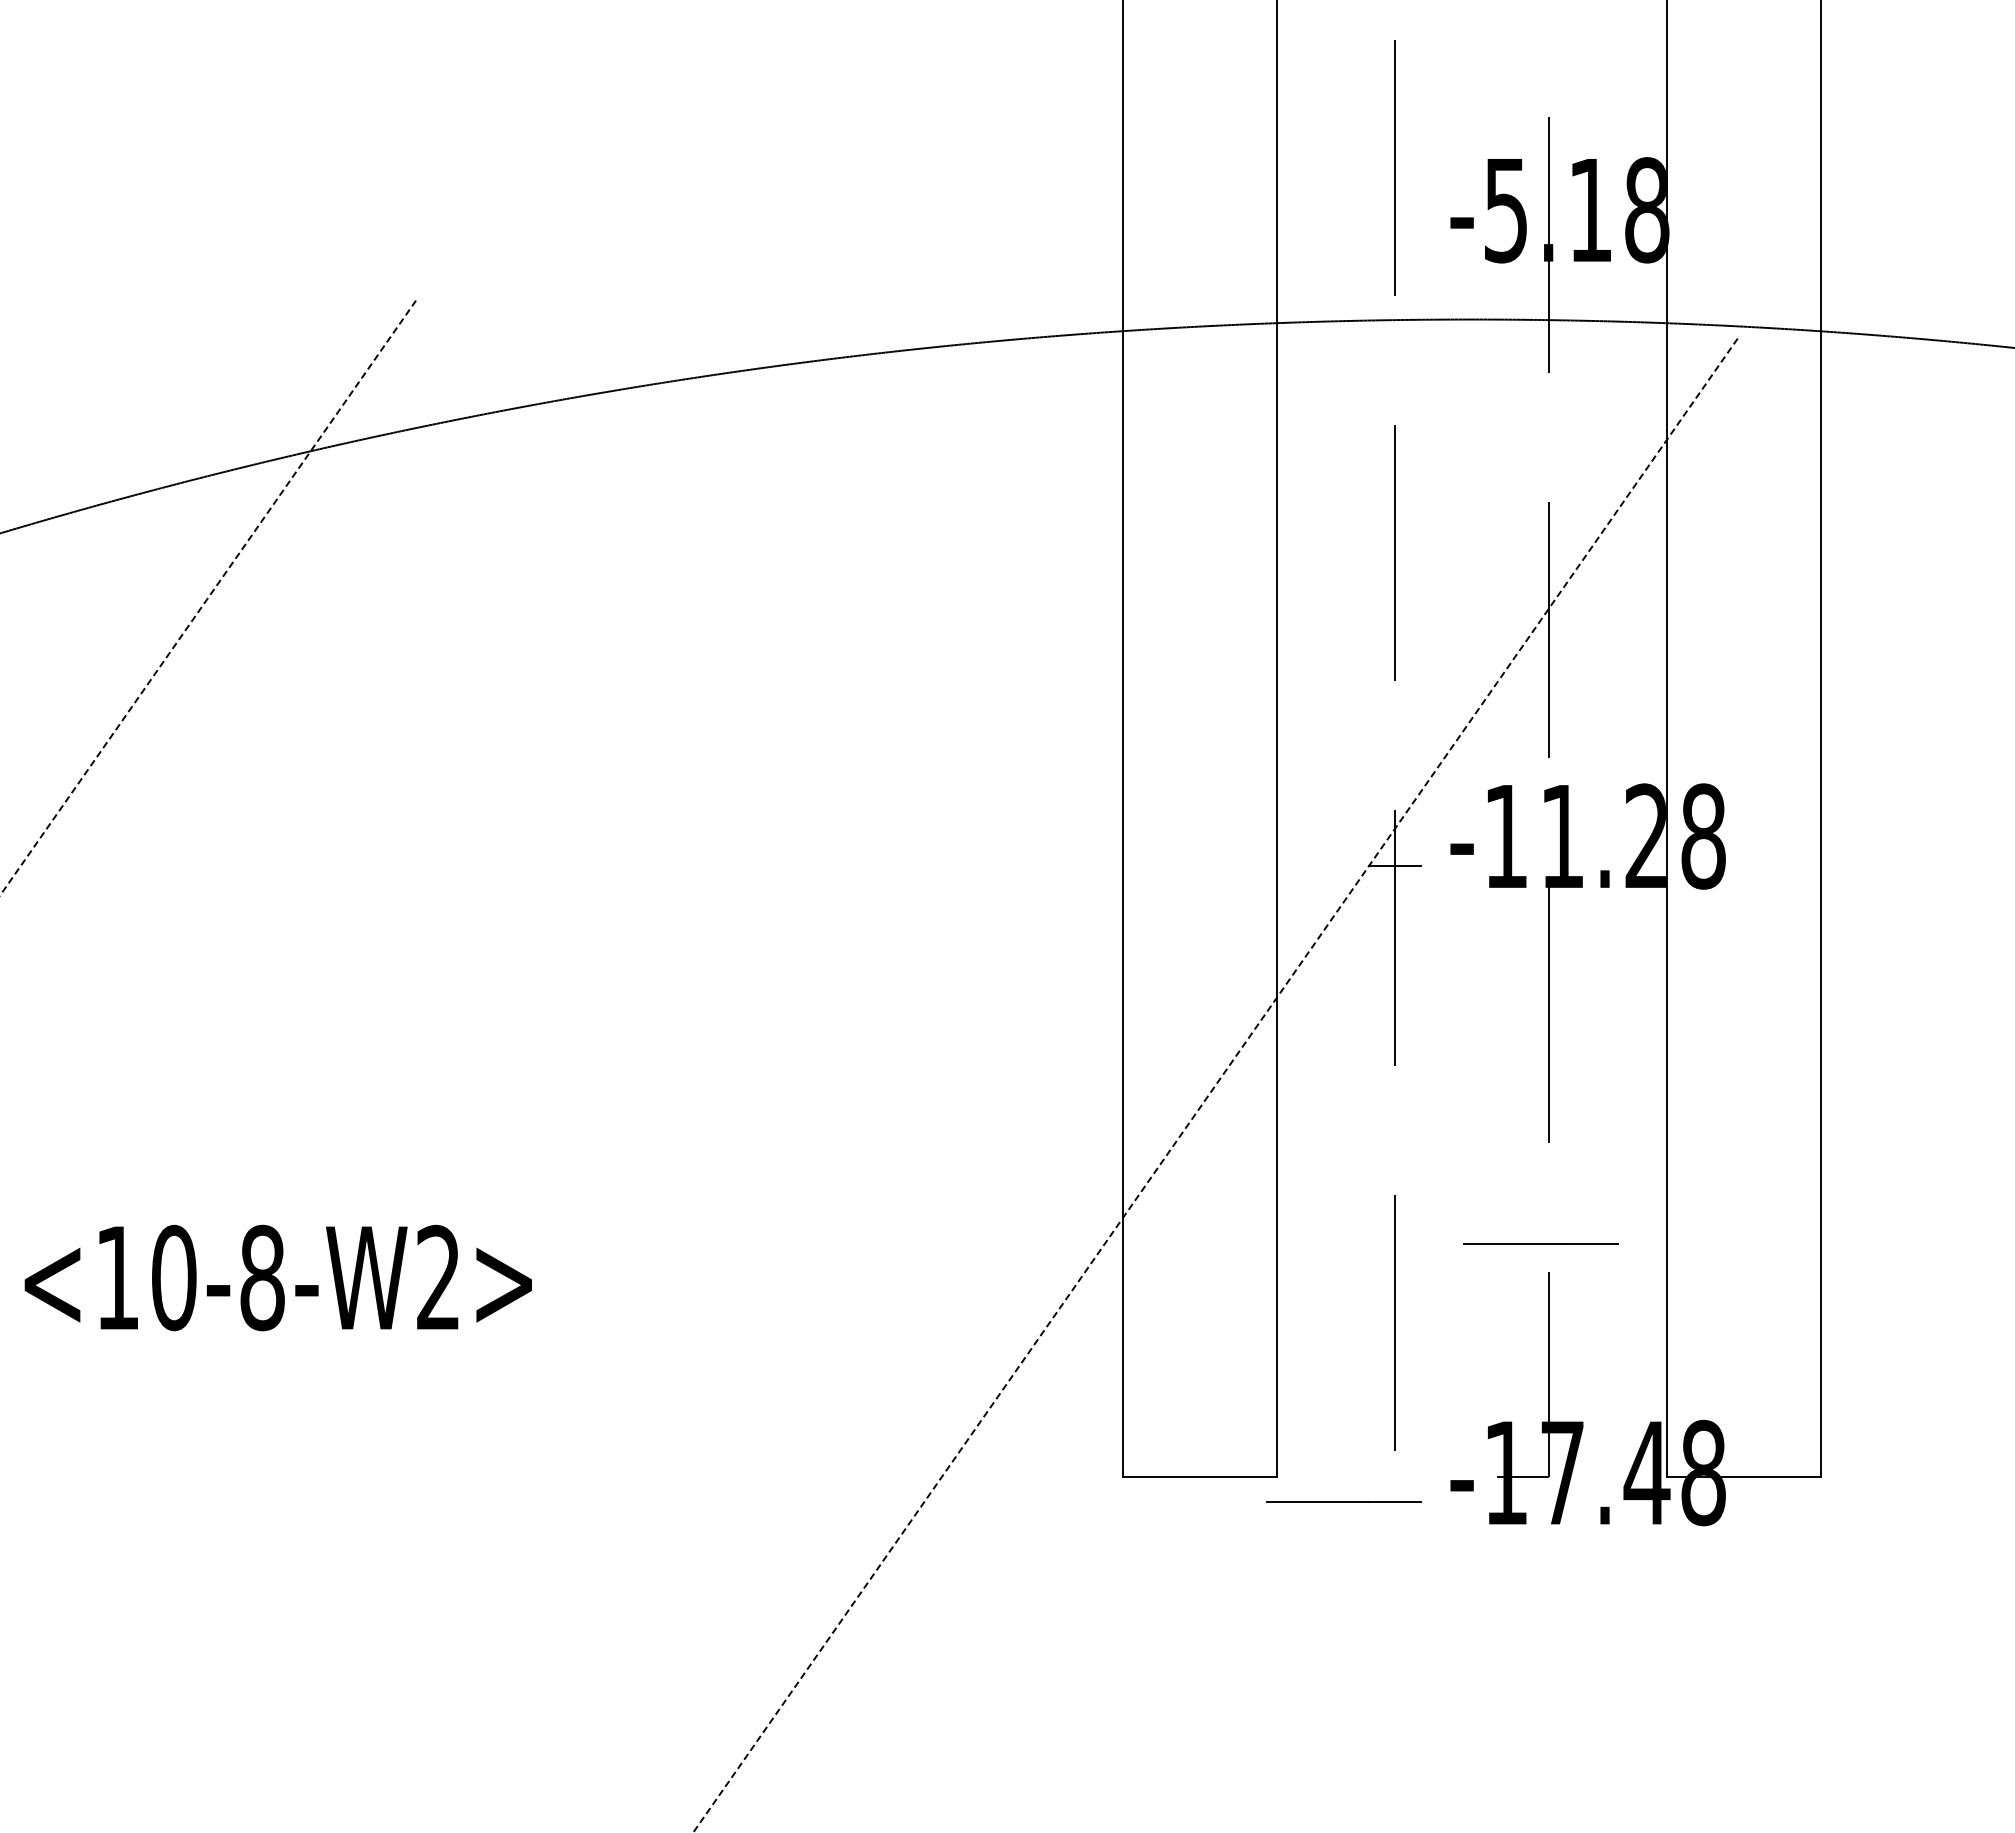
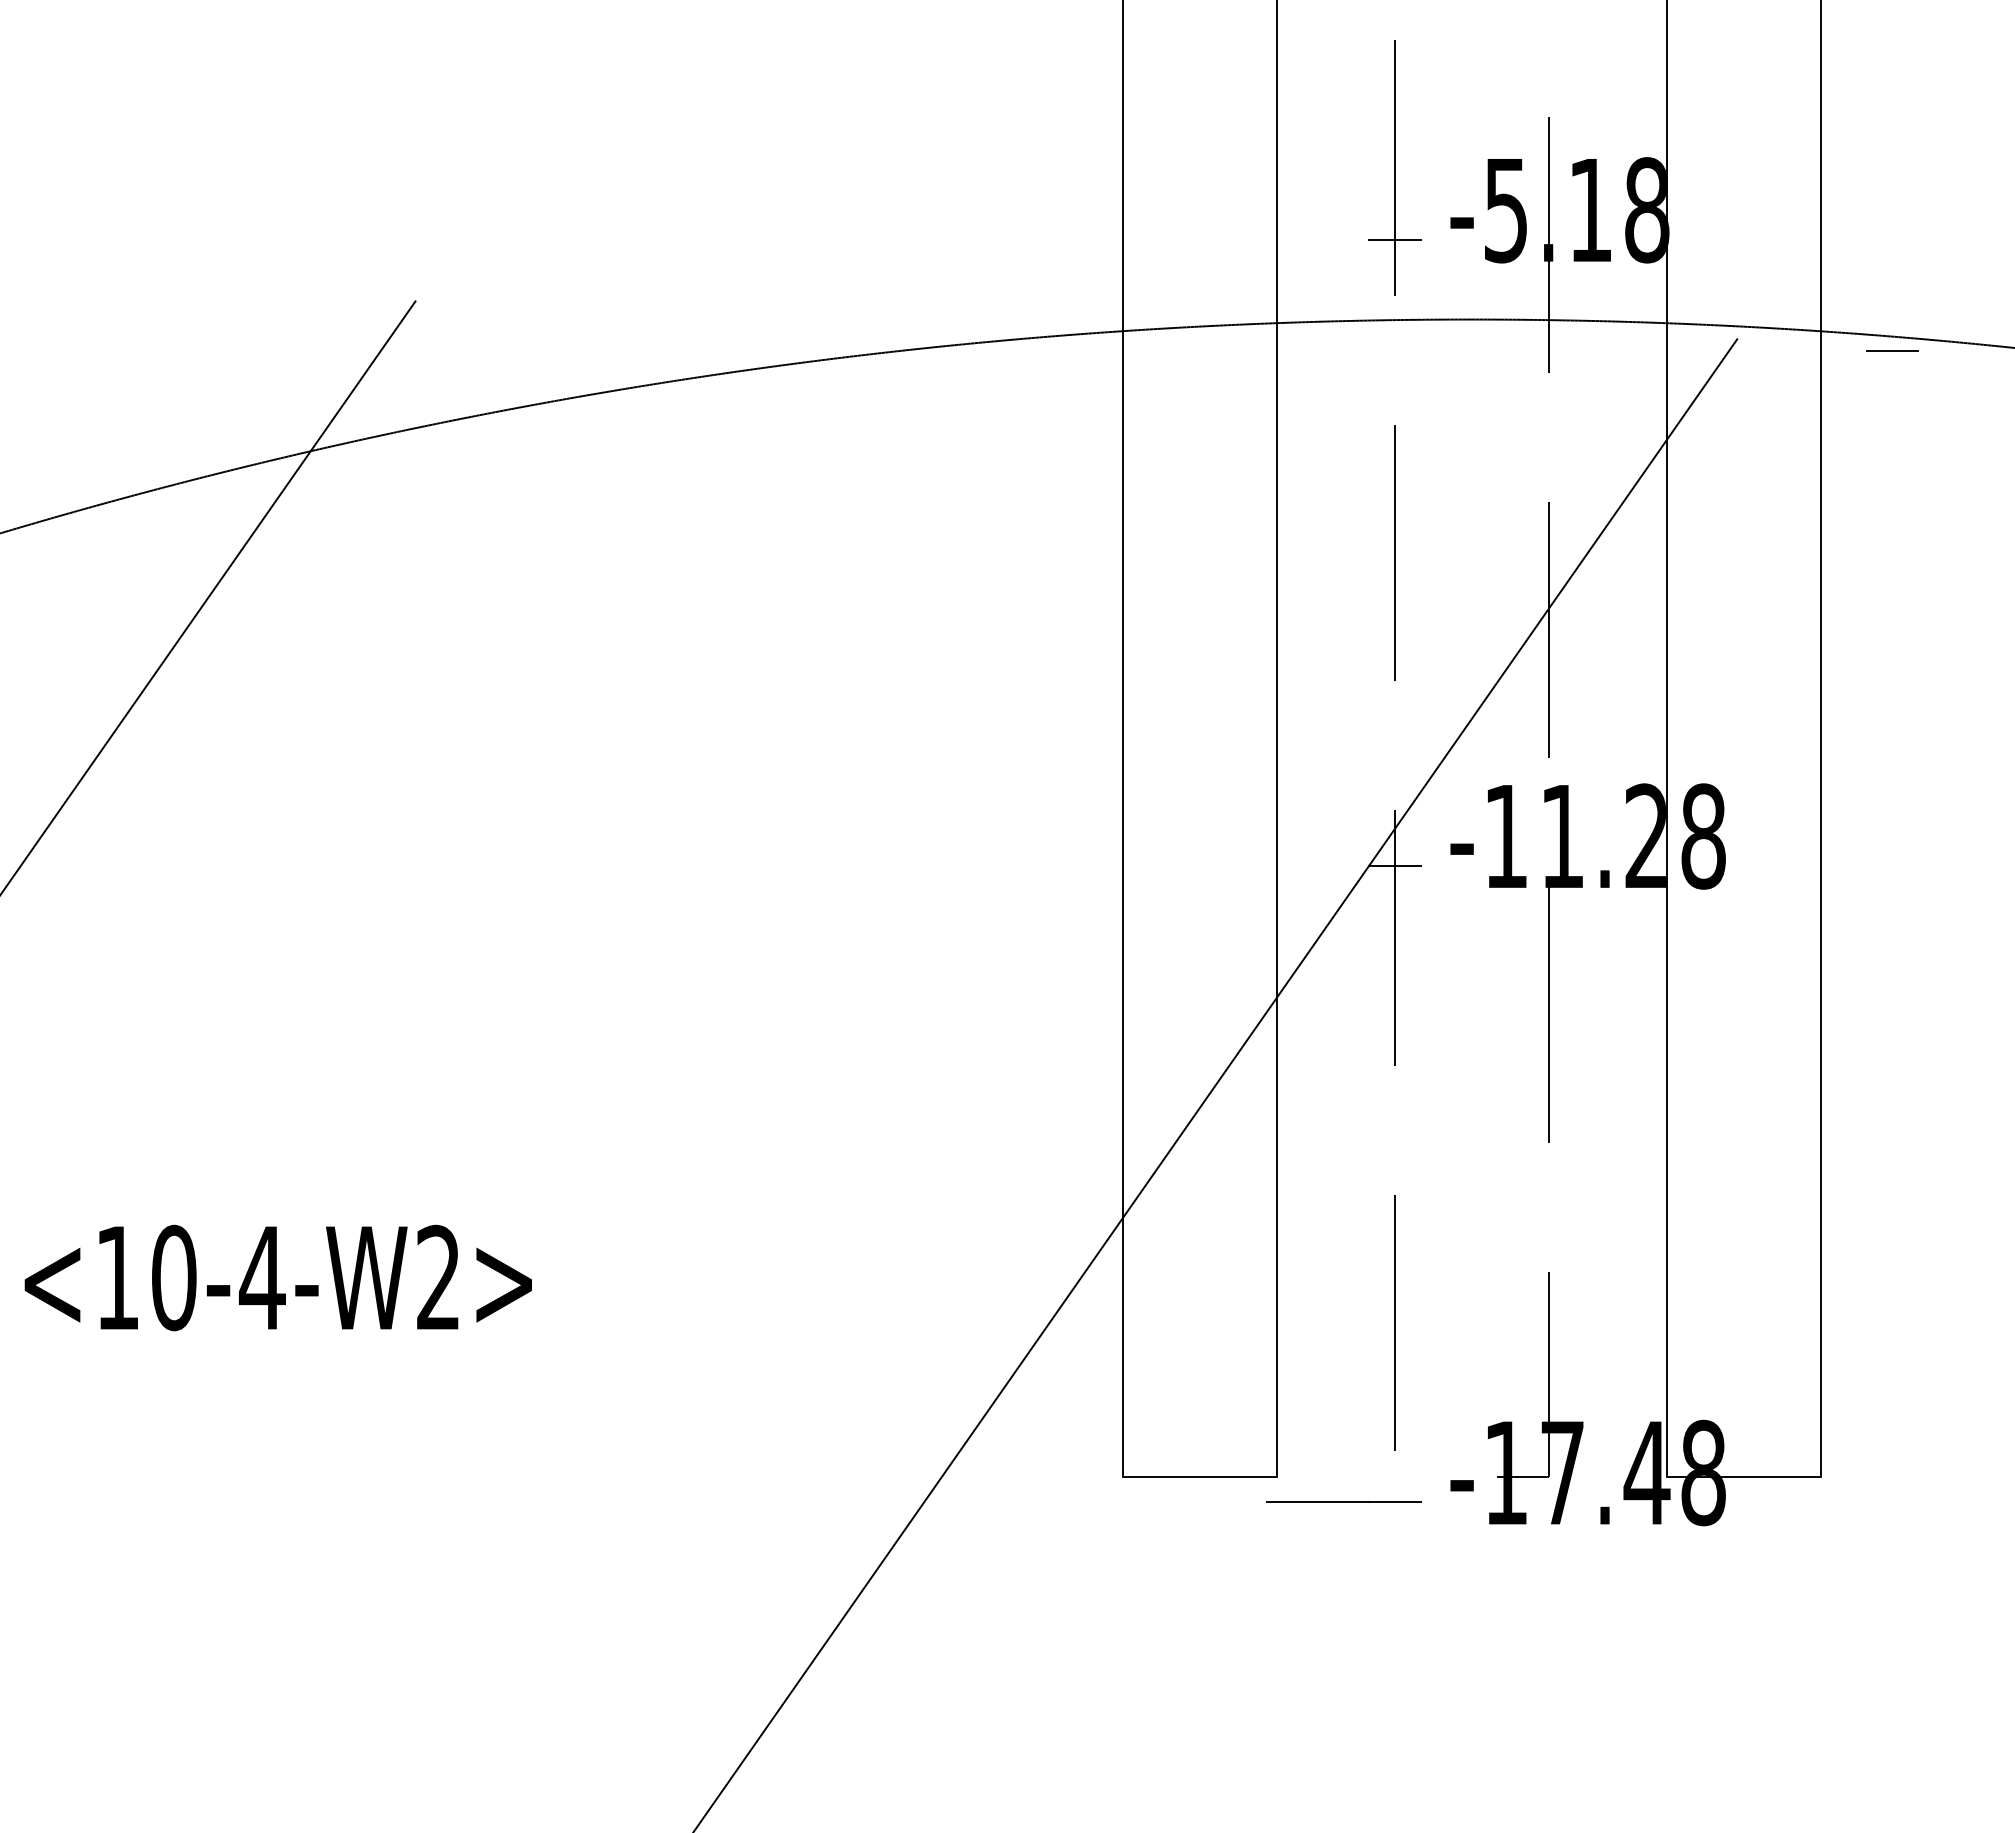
line at (1394, 239): none -> present
line at (1892, 350): none -> present
line at (208, 598): dashed -> solid
line at (1215, 1085): dashed -> solid
line at (1540, 1243): present -> none
text at (261, 1277): <10-8-W2> -> <10-4-W2>
